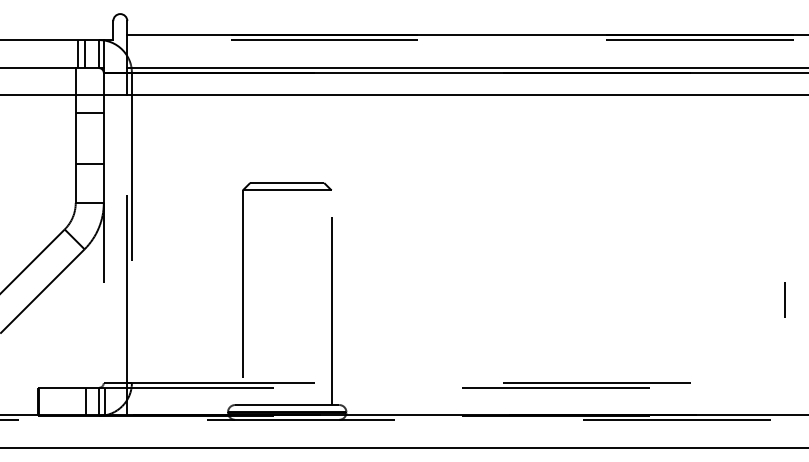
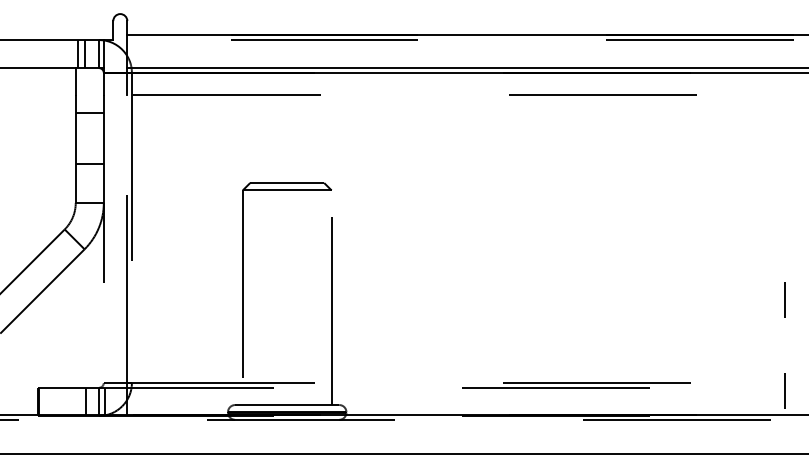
line at (404, 95): solid -> dashed
line at (784, 390): none -> present
line at (403, 447) position: (403, 447) -> (403, 453)
